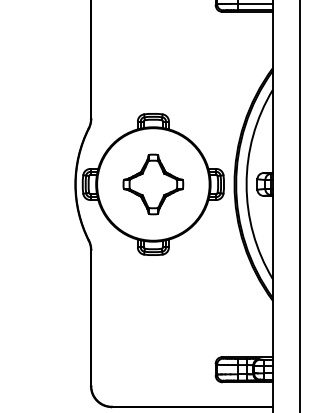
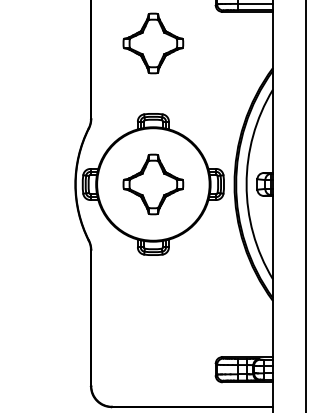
part at (153, 43): none -> present
line at (300, 205) position: (300, 205) -> (306, 205)
